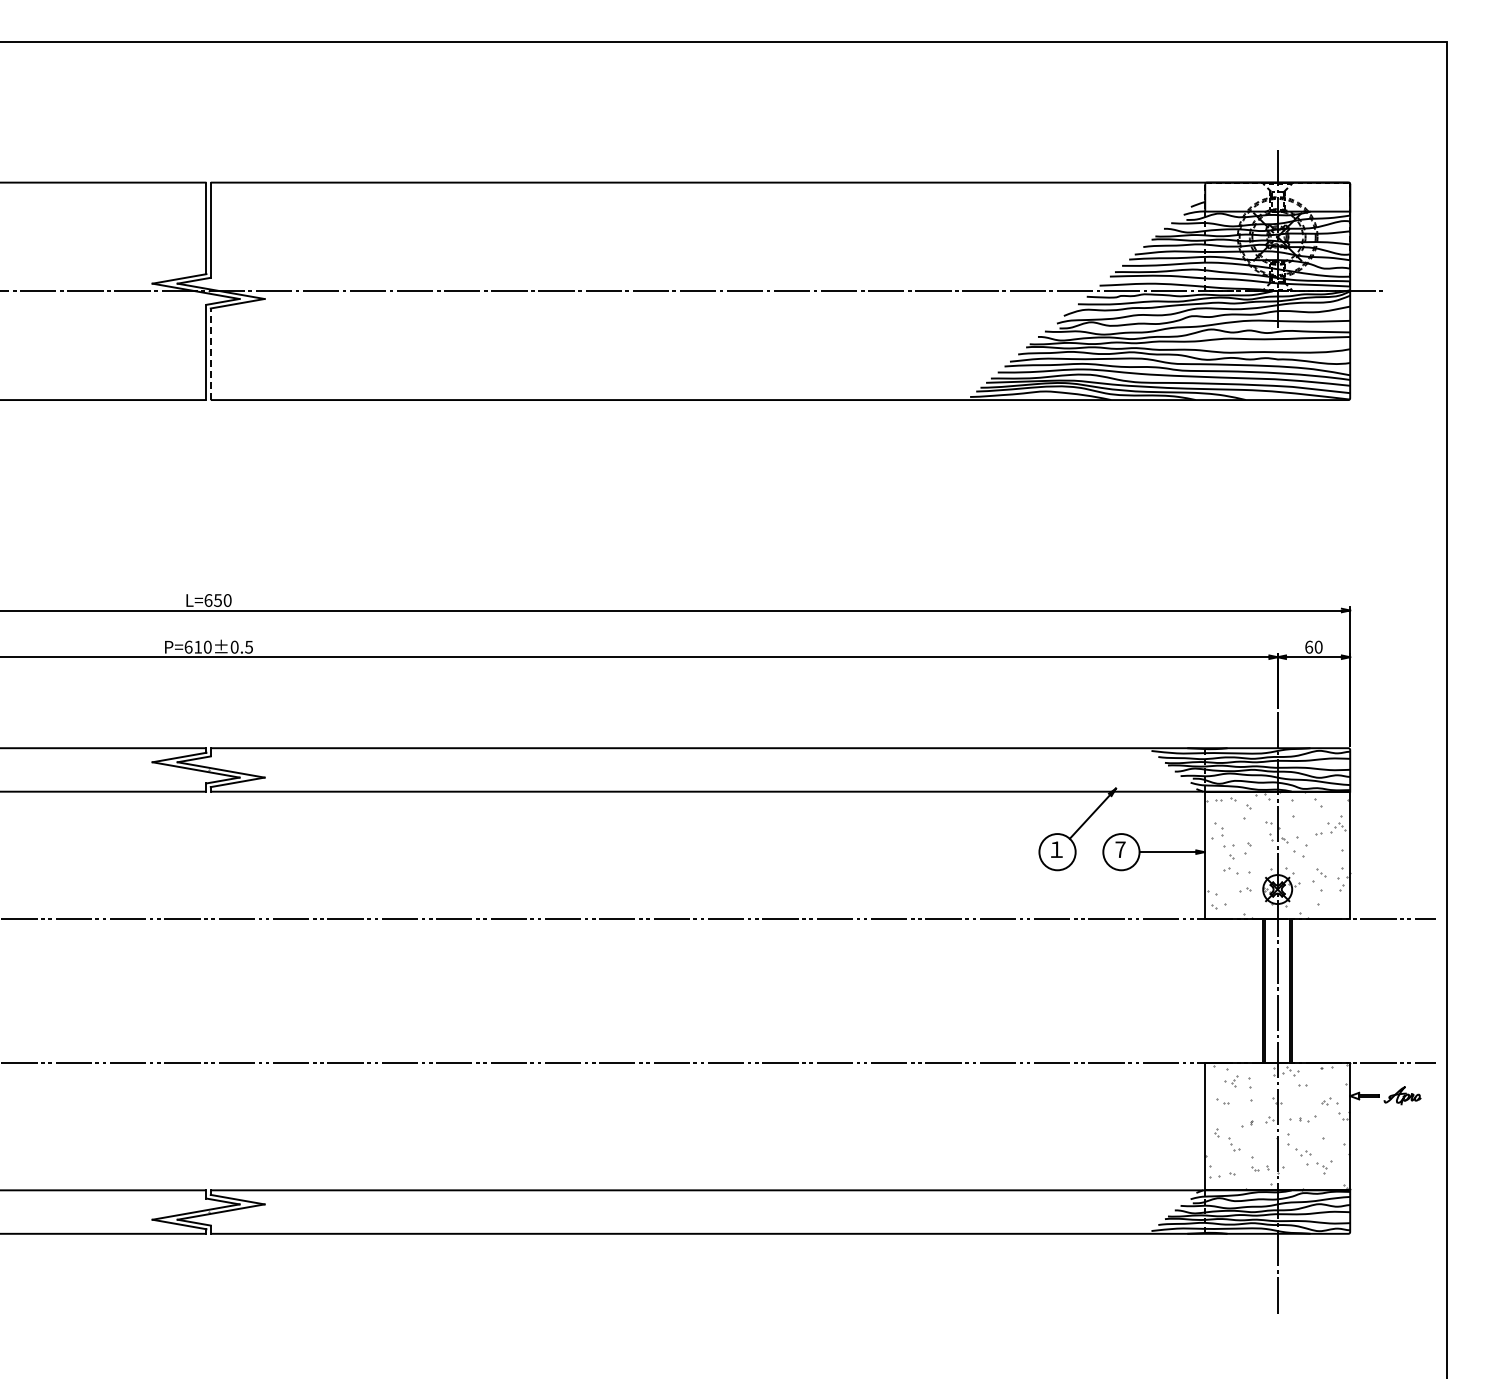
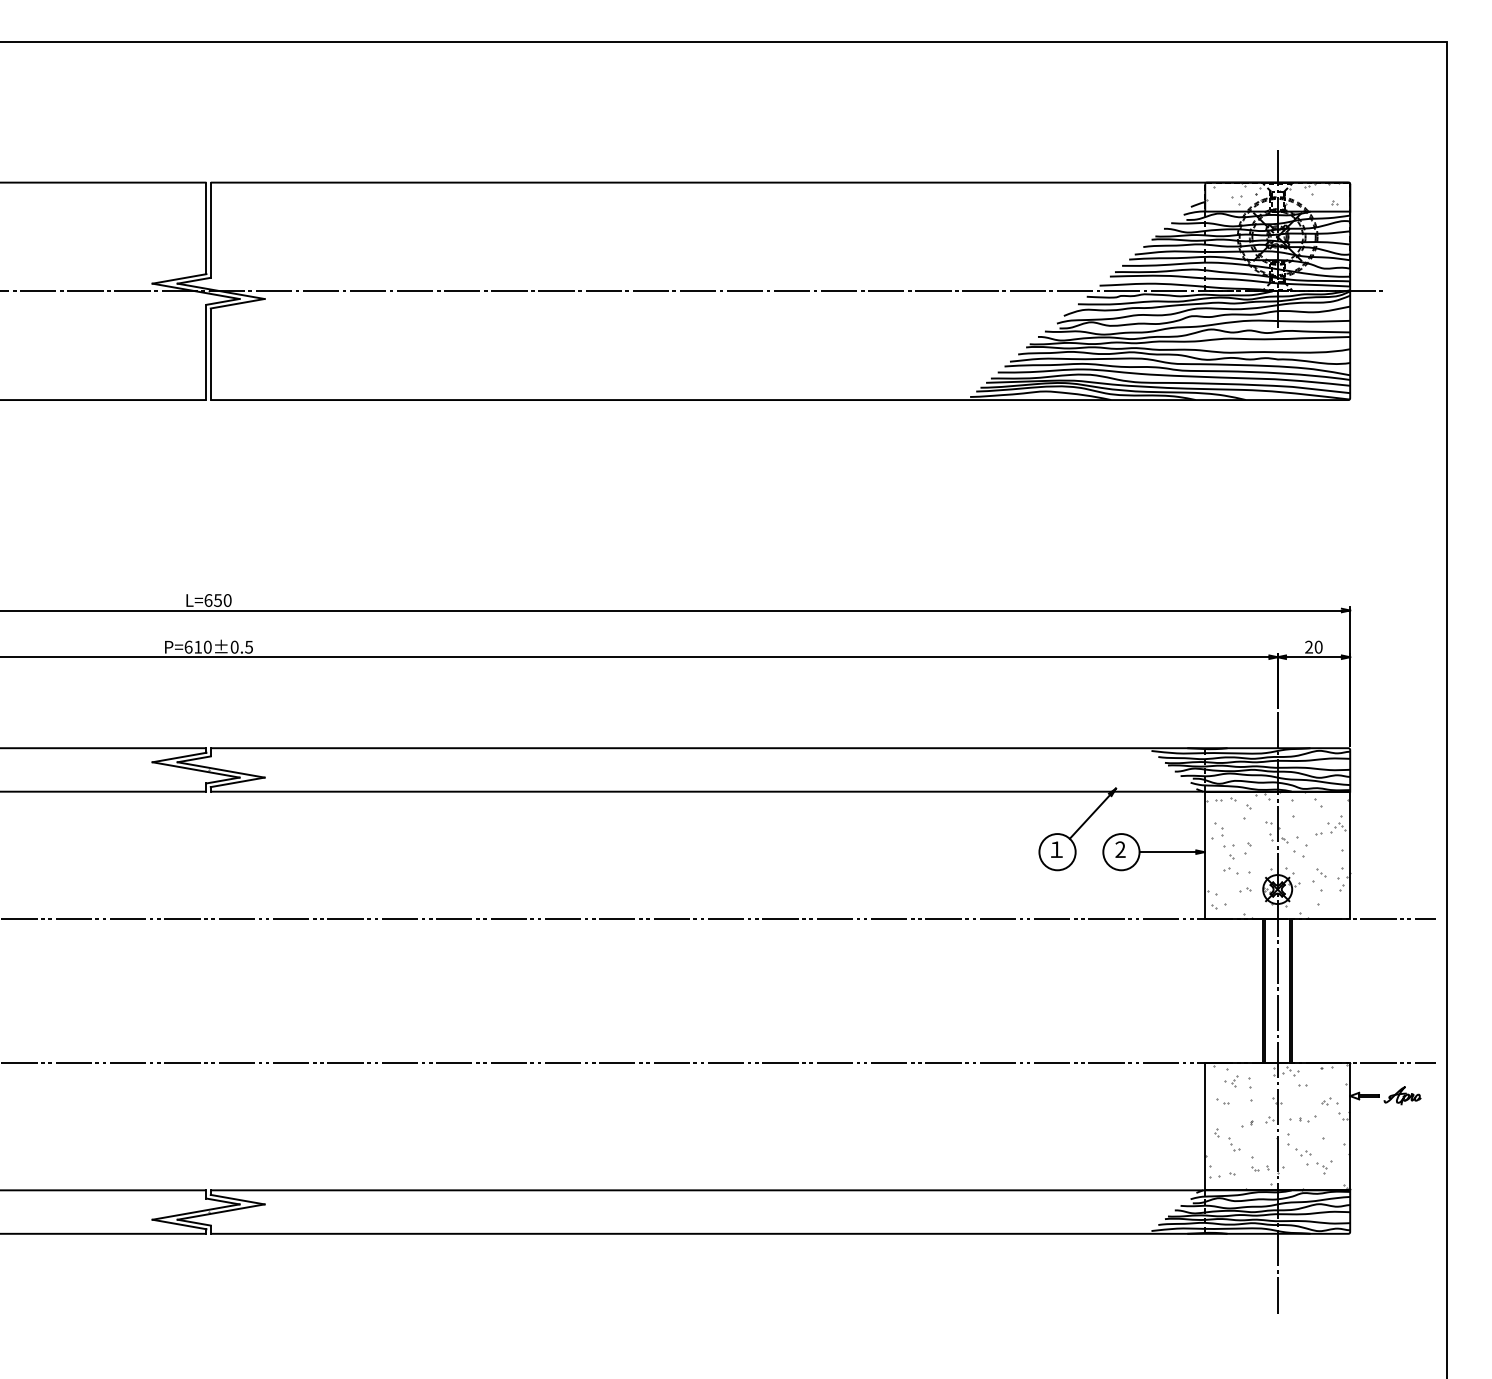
hatch at (1272, 193): none -> present
line at (210, 354): dashed -> solid
text at (1309, 646): 60 -> 20
text at (1120, 849): 7 -> 2
